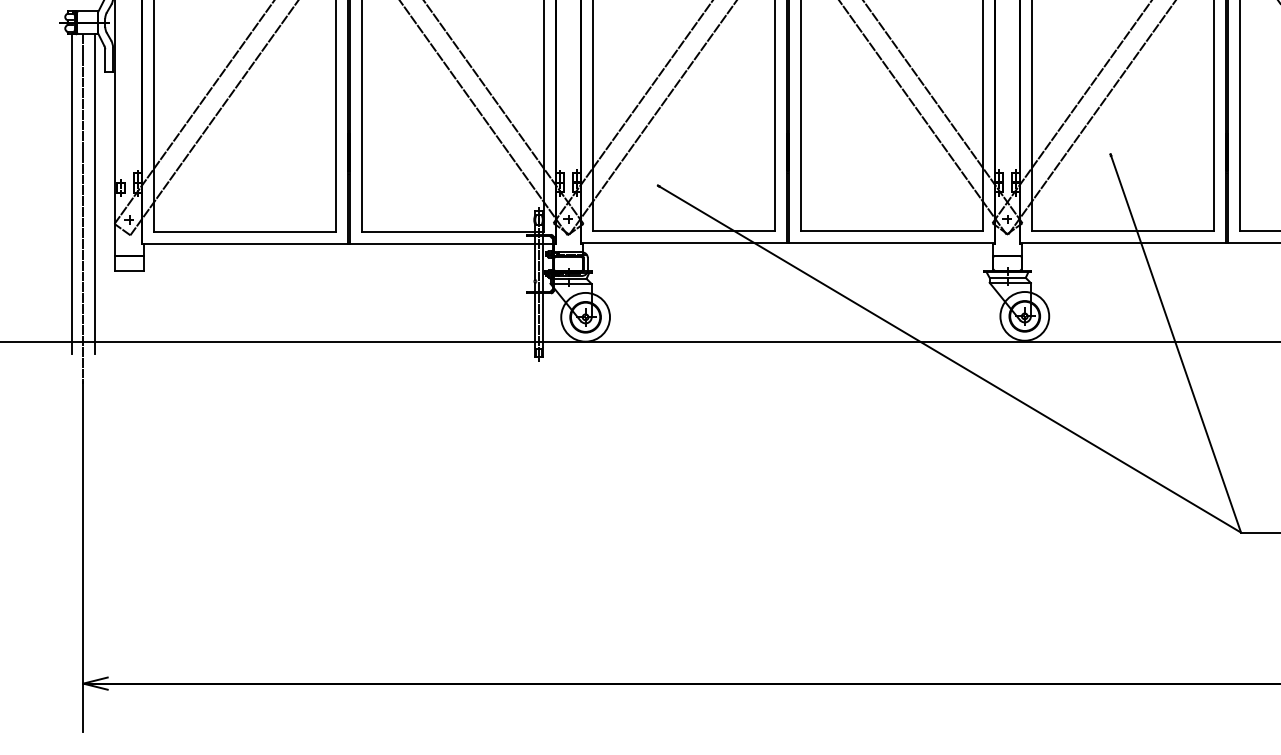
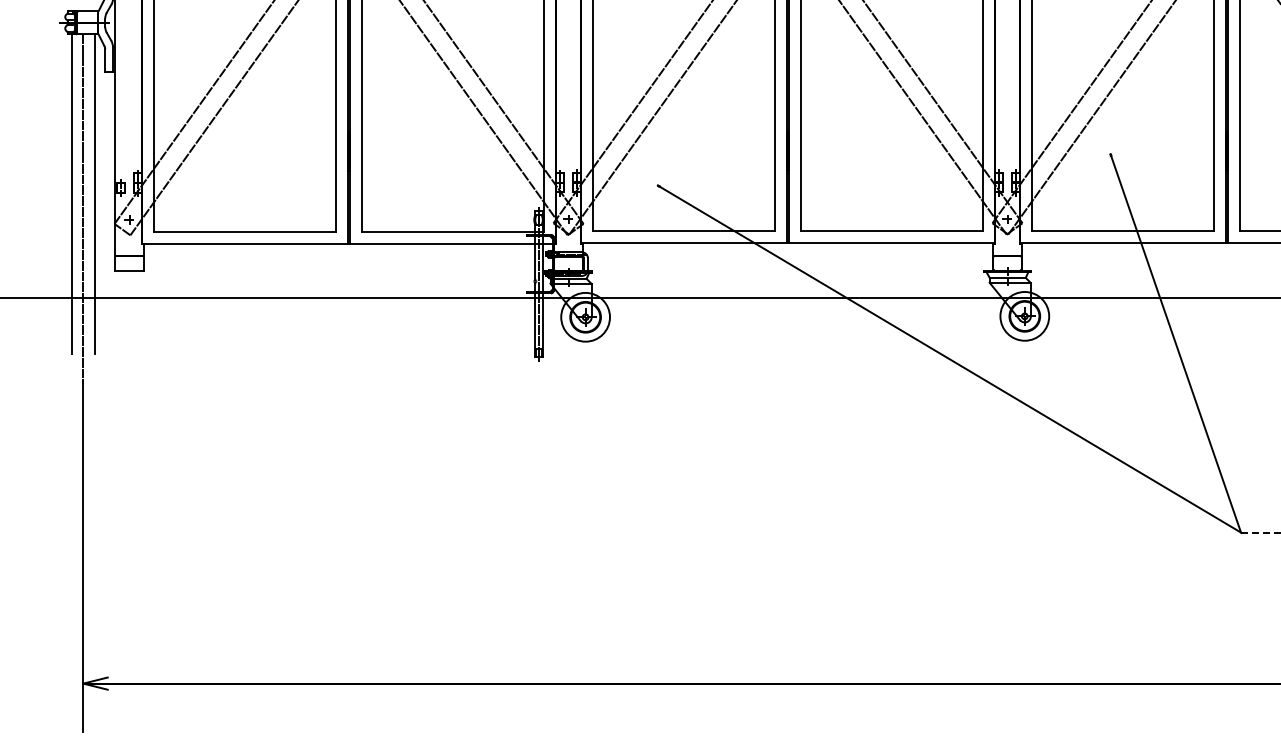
line at (639, 341) position: (639, 341) -> (639, 297)
line at (1261, 532): solid -> dashed
